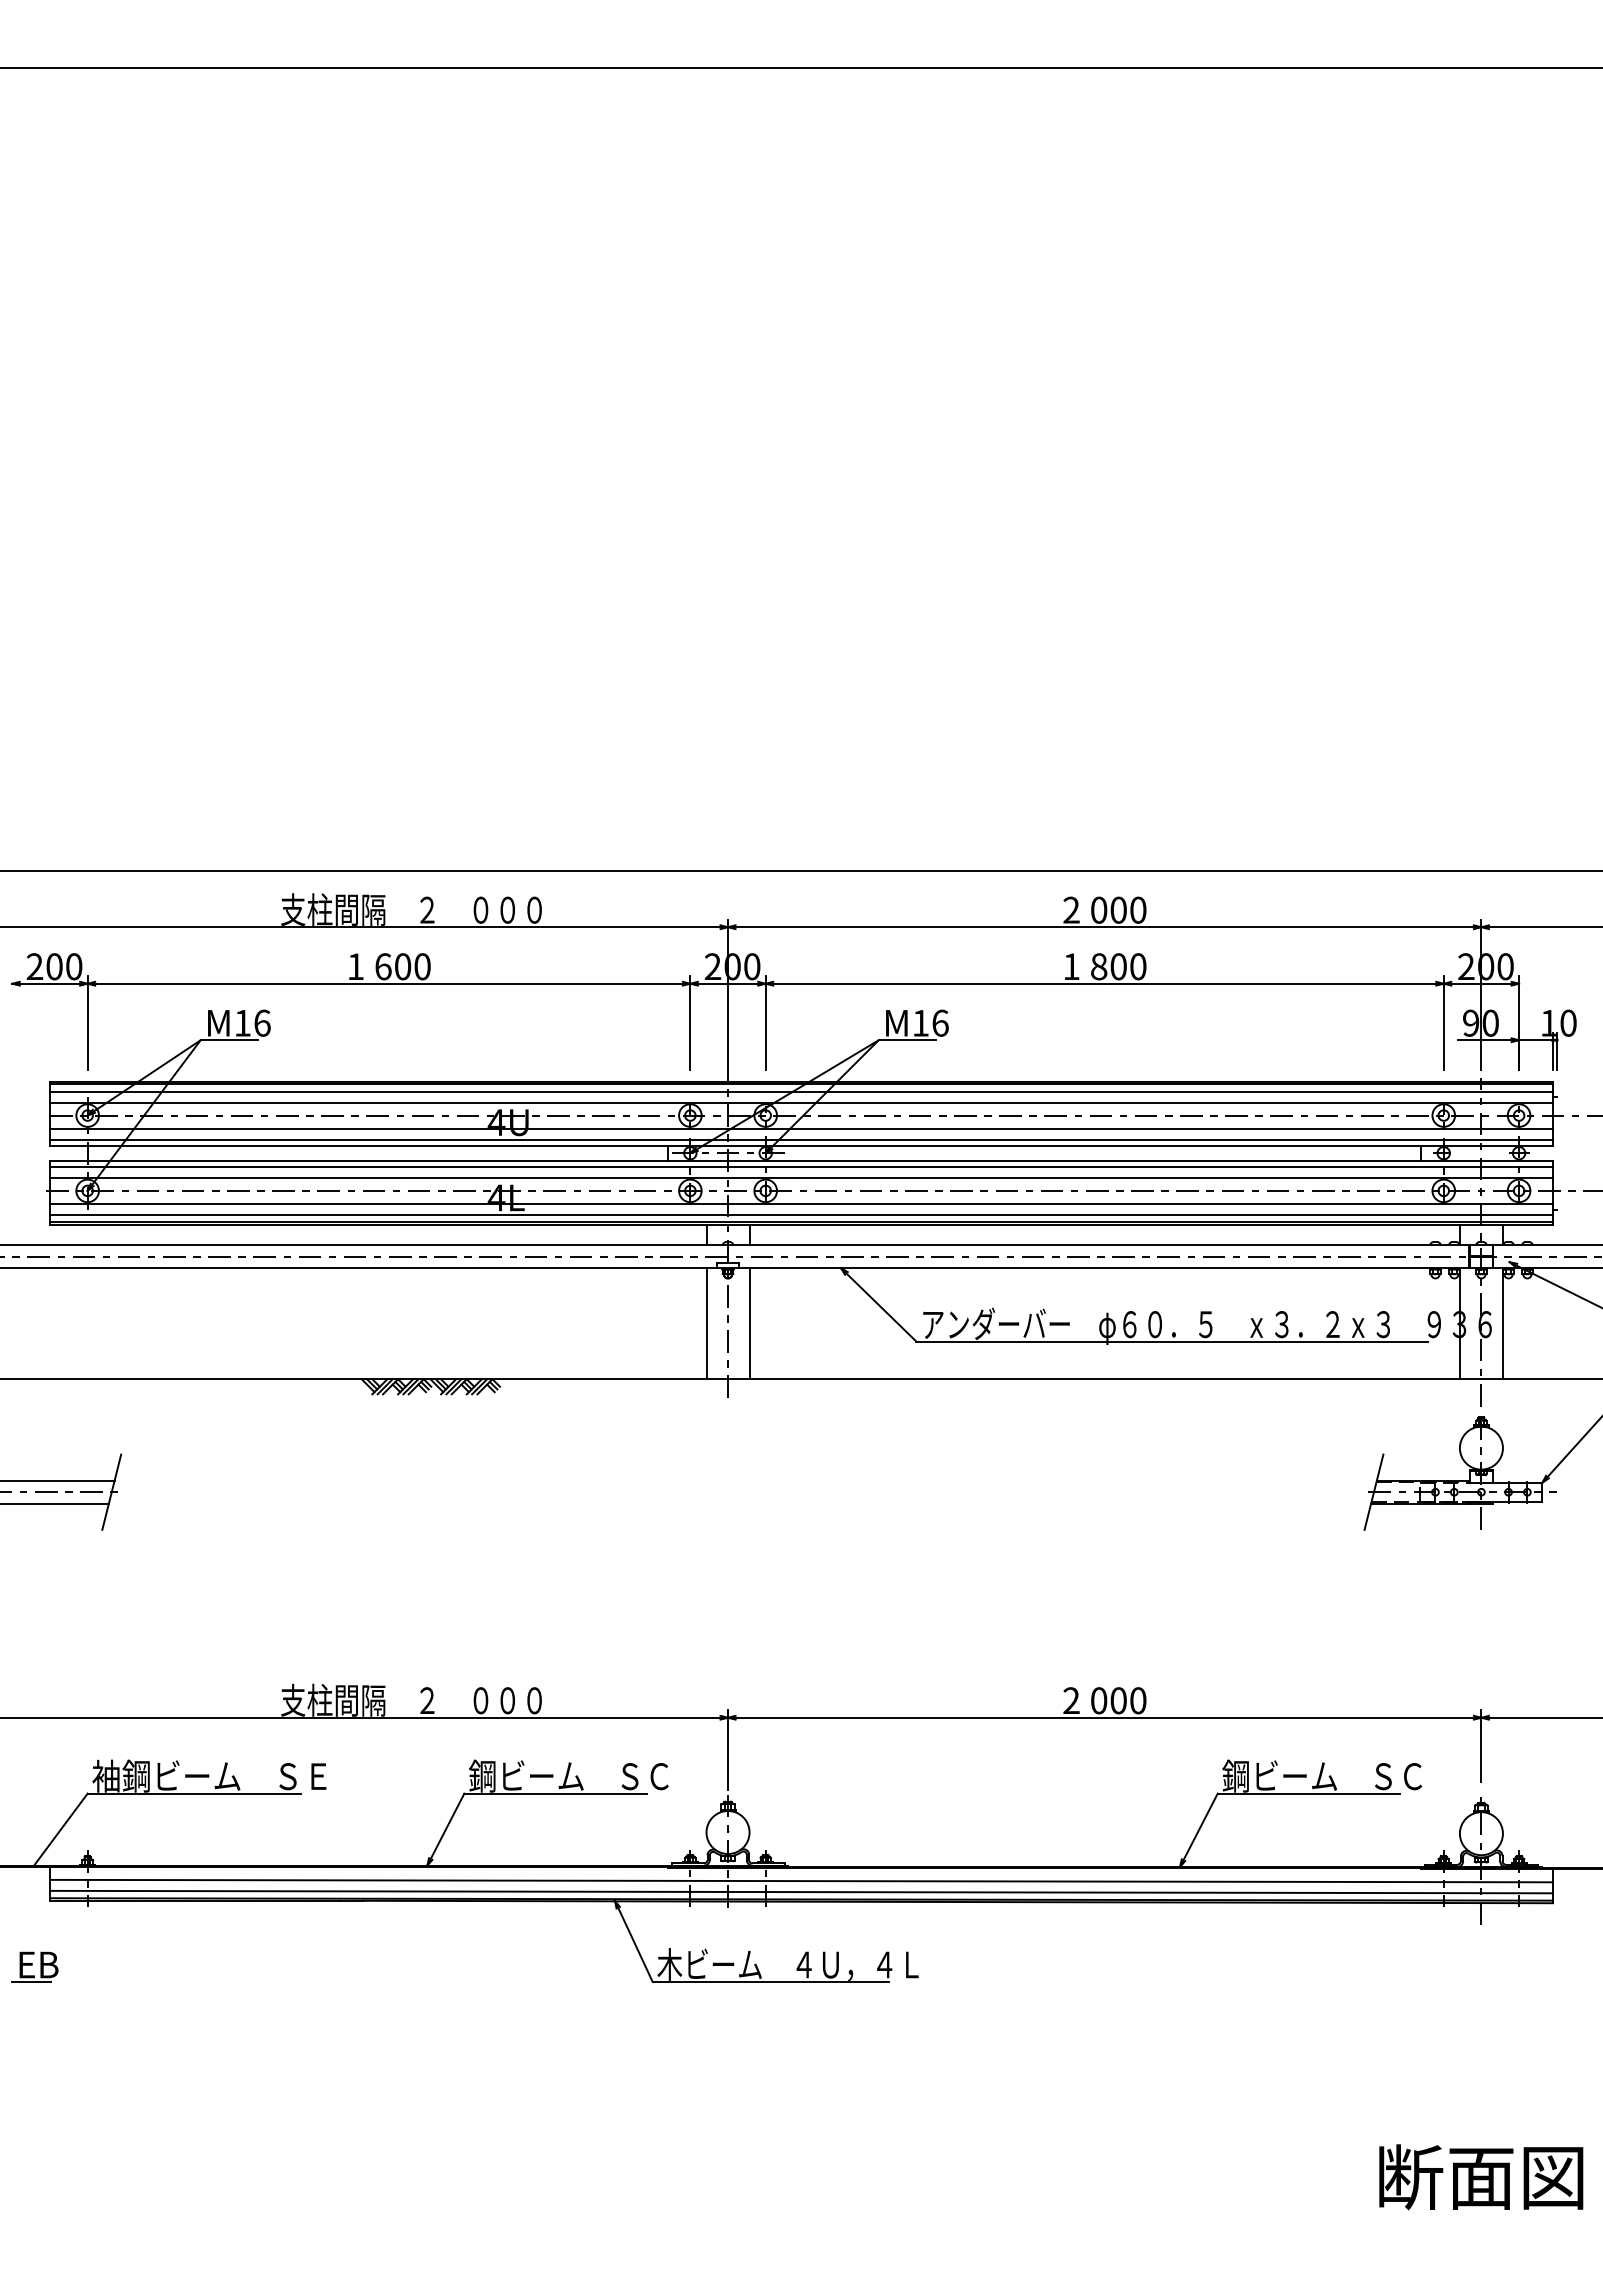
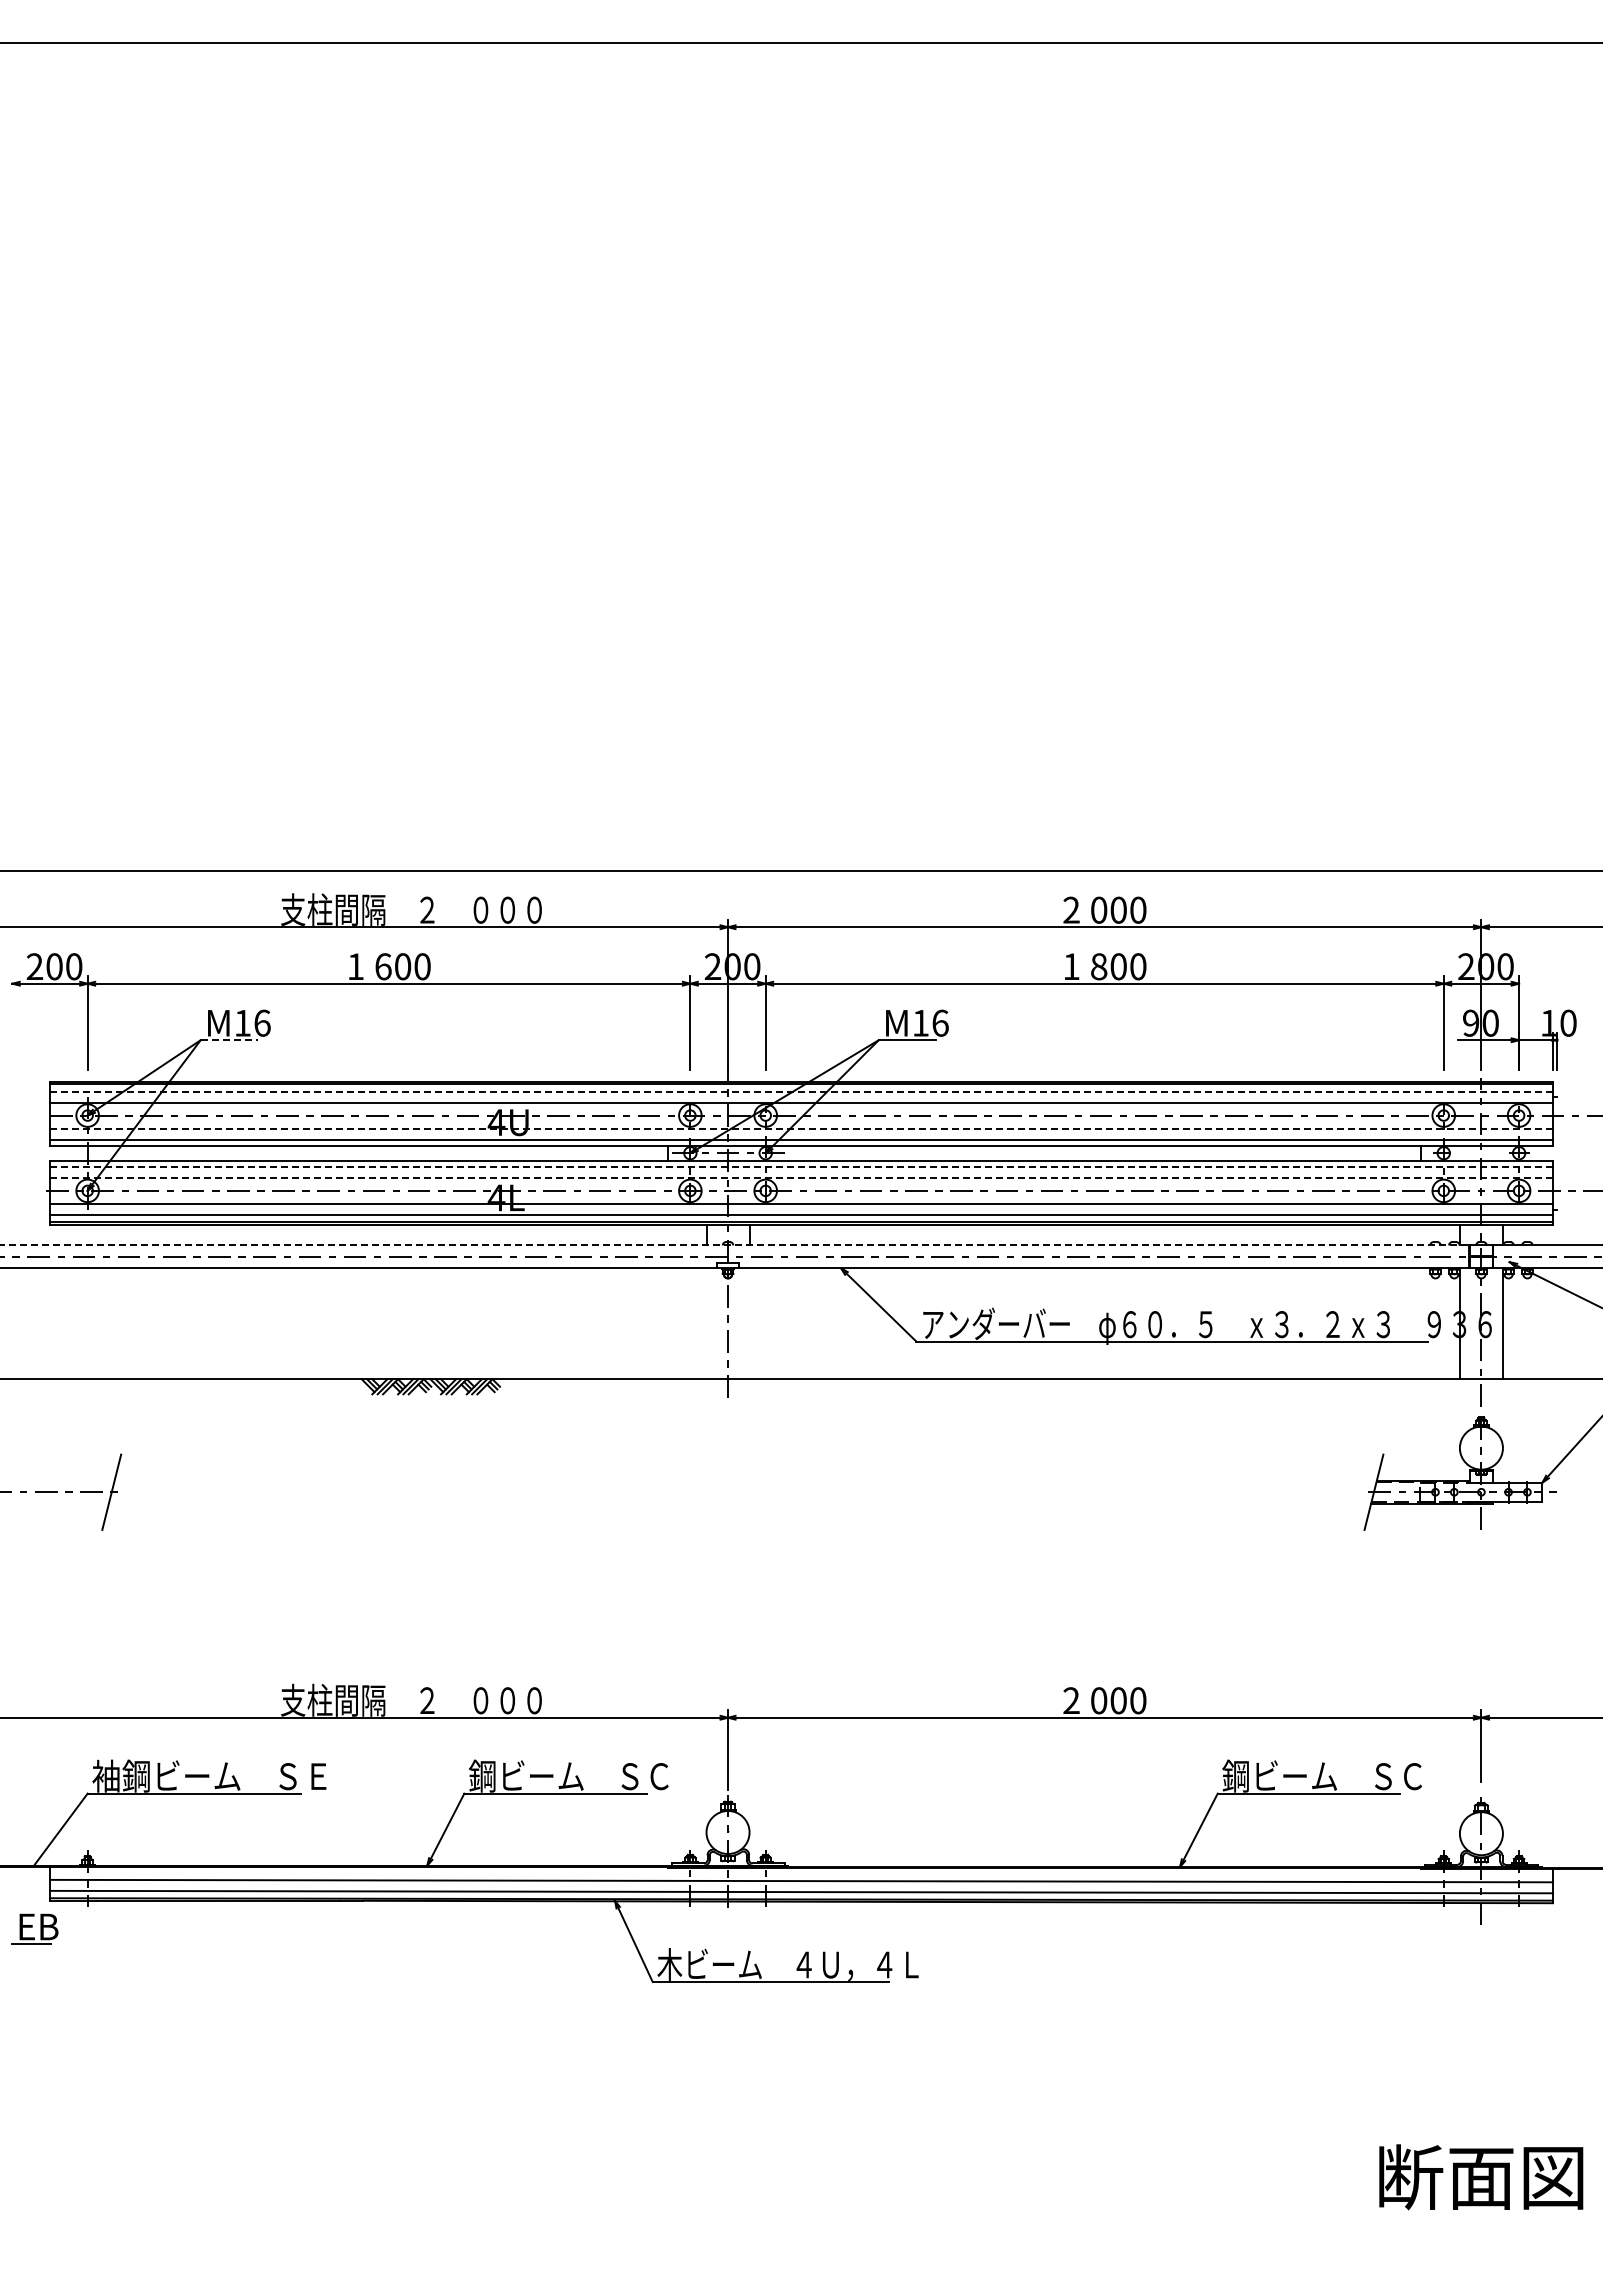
line at (800, 68) position: (800, 68) -> (800, 43)
line at (229, 1040): solid -> dashed
line at (801, 1091): solid -> dashed
line at (801, 1128): solid -> dashed
line at (801, 1166): solid -> dashed
line at (801, 1177): solid -> dashed
line at (735, 1245): solid -> dashed
line at (706, 1323): present -> none
line at (749, 1323): present -> none
line at (58, 1480): present -> none
line at (55, 1503): present -> none
part at (34, 1966) position: (34, 1966) -> (34, 1928)
